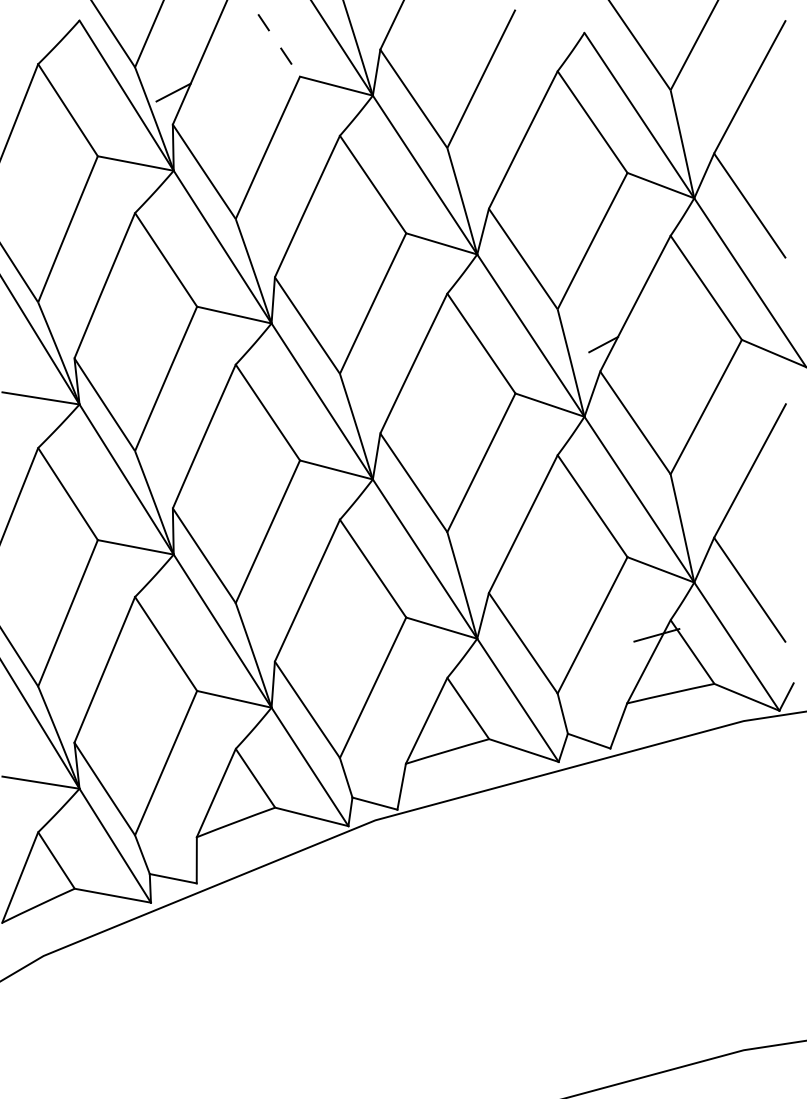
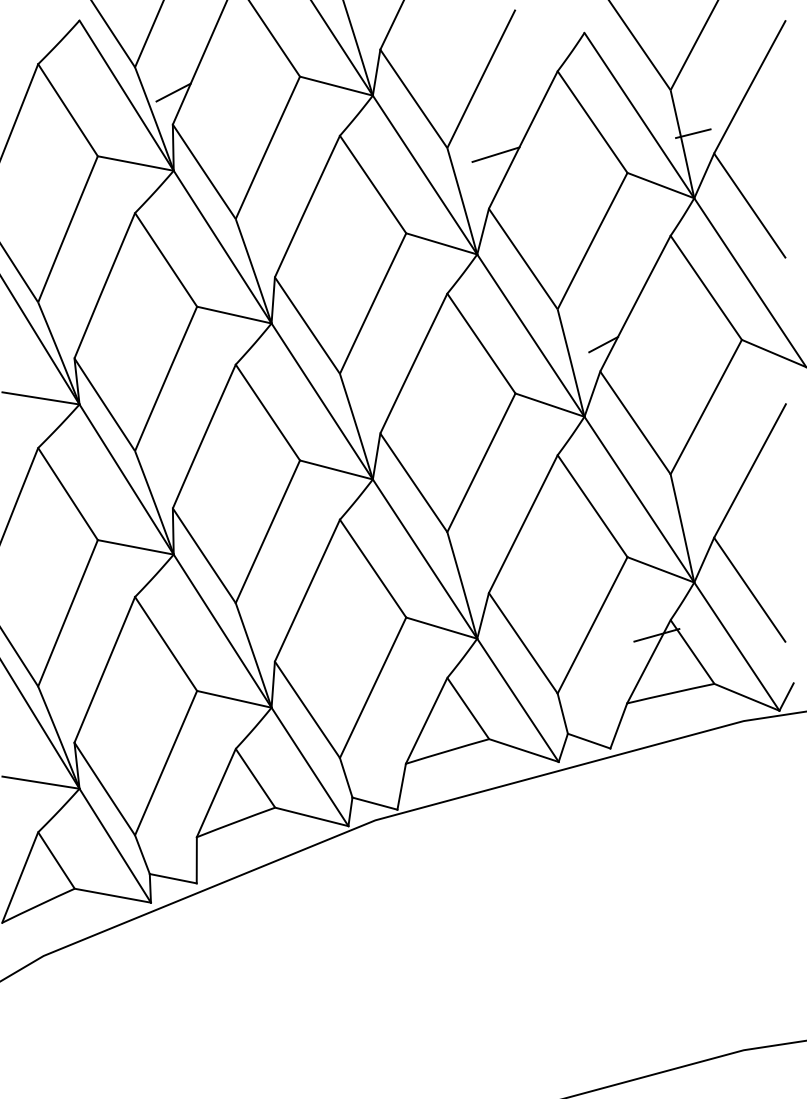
line at (274, 38): dashed -> solid
line at (693, 133): none -> present
line at (495, 154): none -> present
